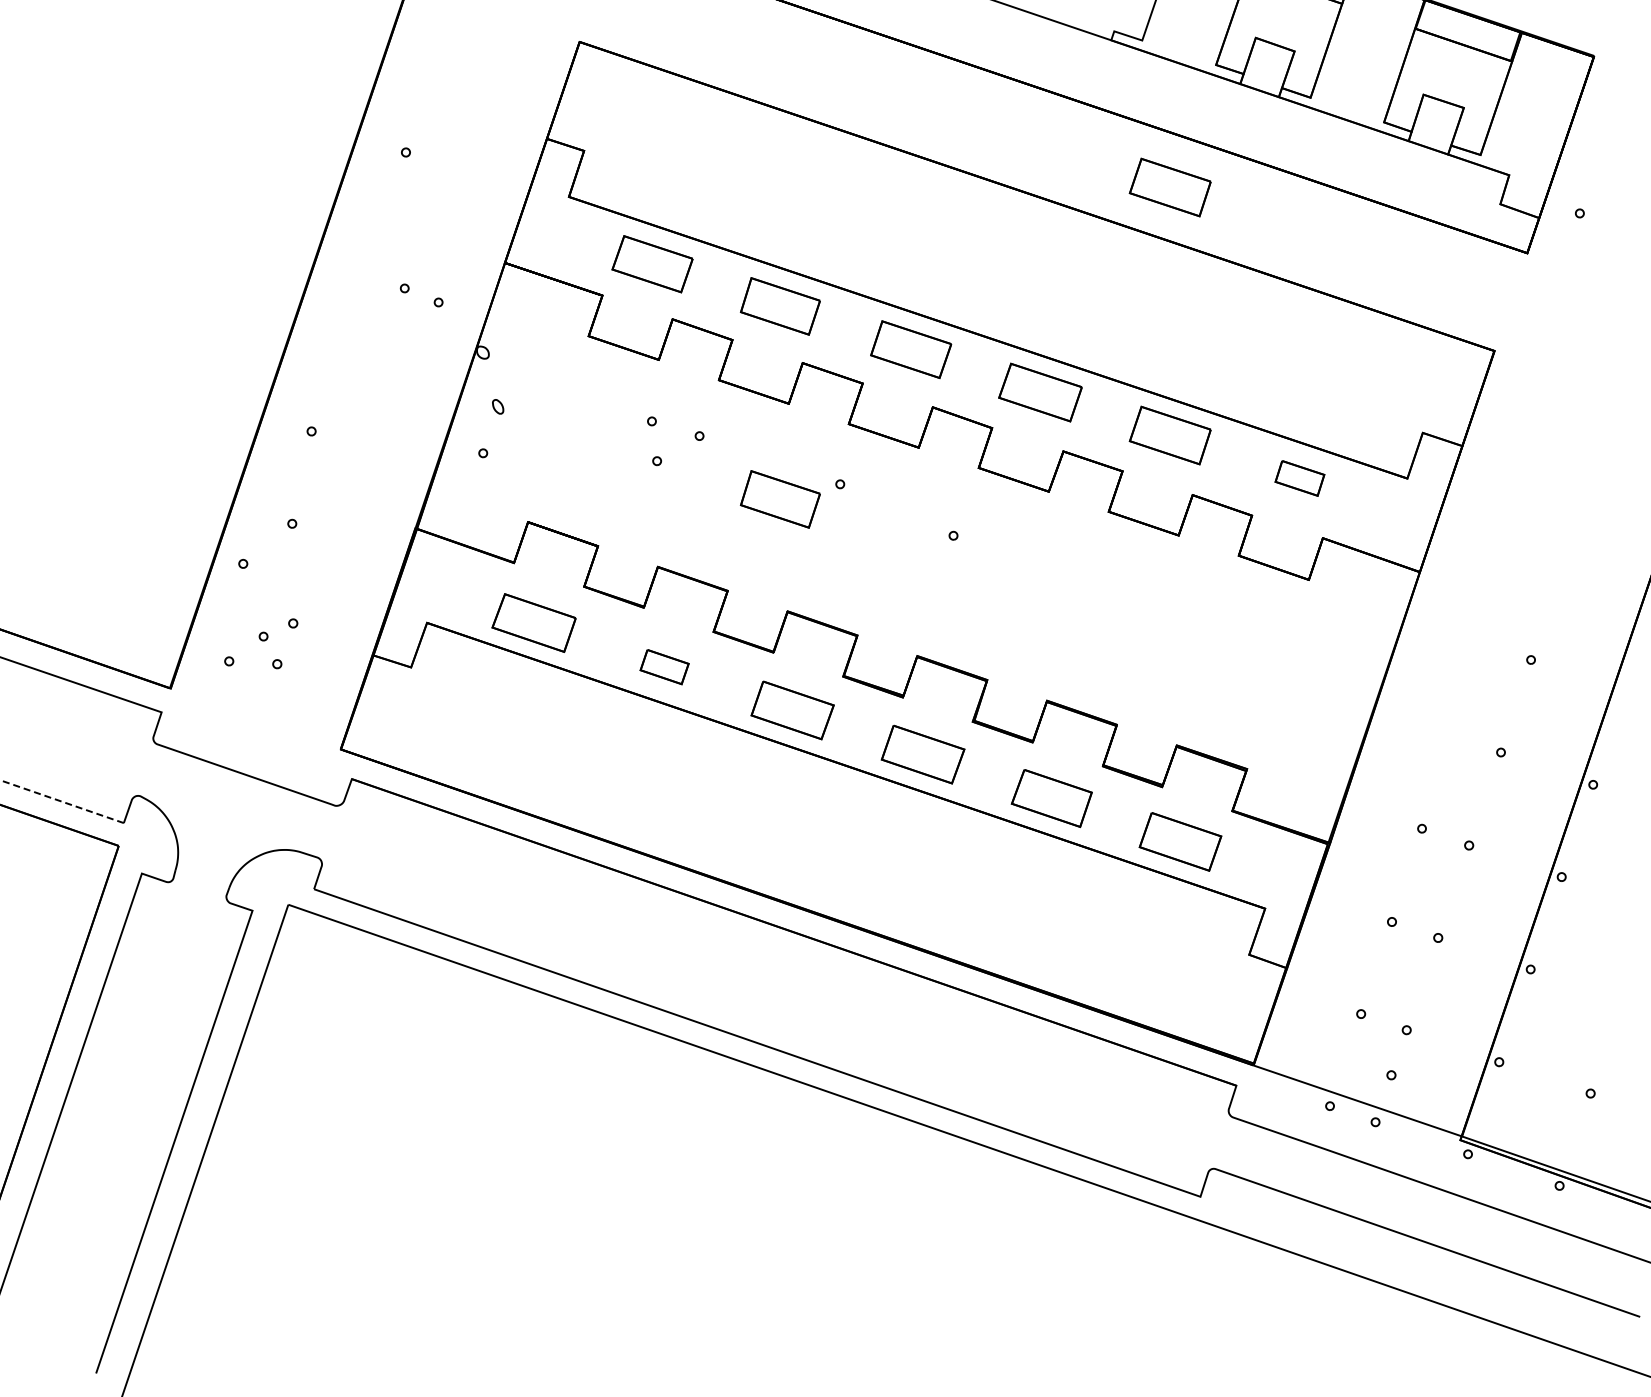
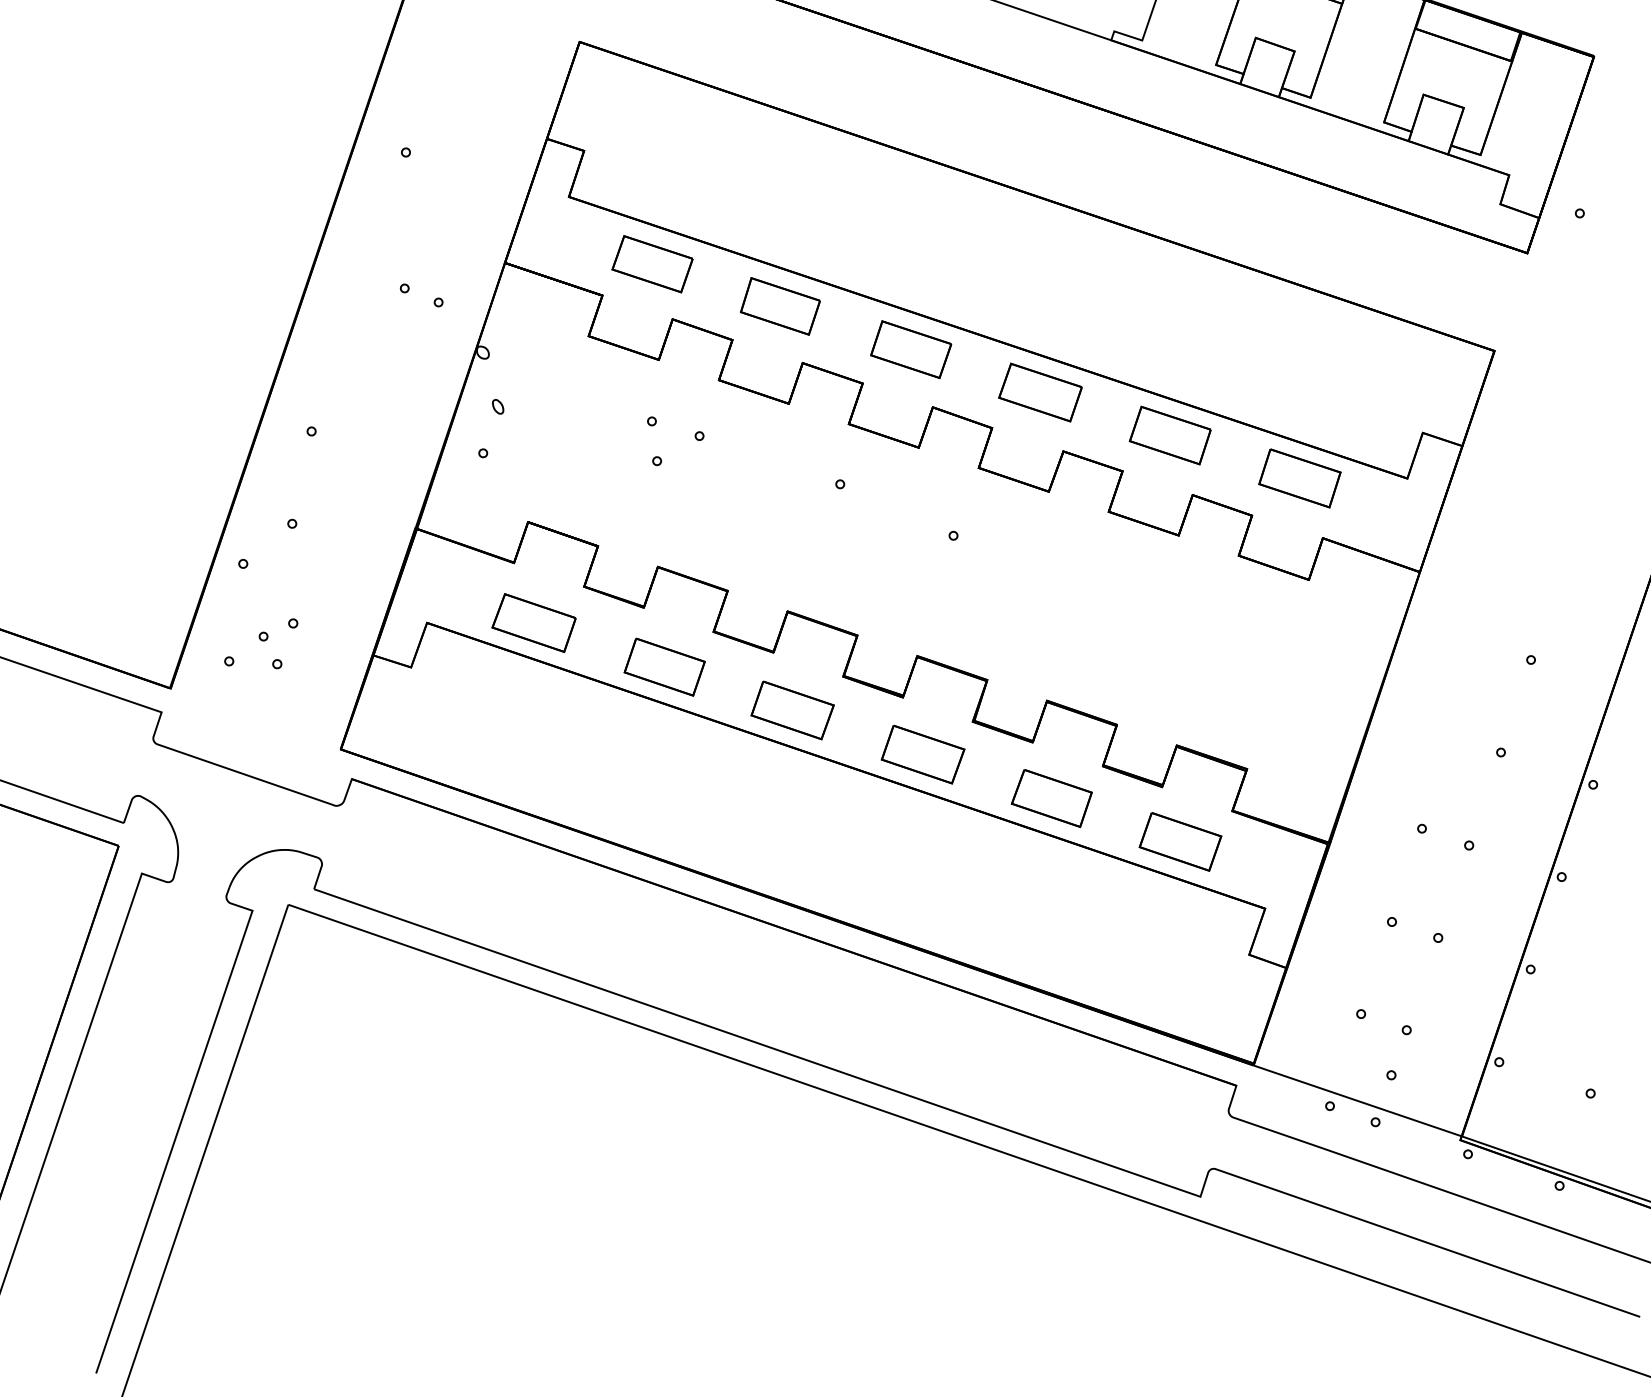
part at (1169, 187): present -> none
part at (1299, 478) size: 52x37 px -> 84x61 px
part at (779, 499): present -> none
part at (664, 667) size: 51x37 px -> 83x60 px
line at (61, 801): dashed -> solid
